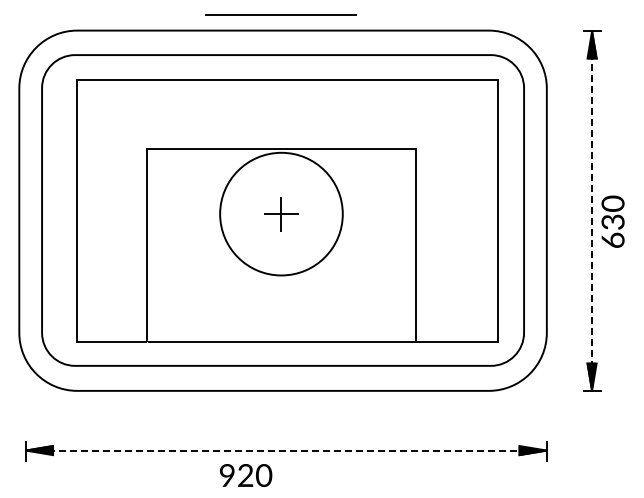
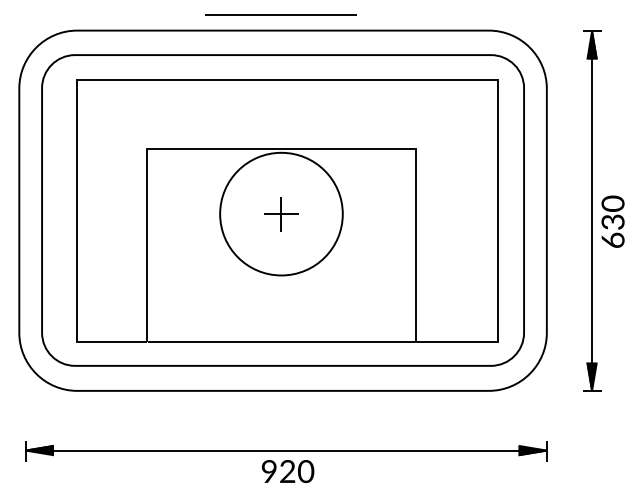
line at (592, 211): dashed -> solid
line at (286, 450): dashed -> solid
text at (246, 475) position: (246, 475) -> (288, 471)
